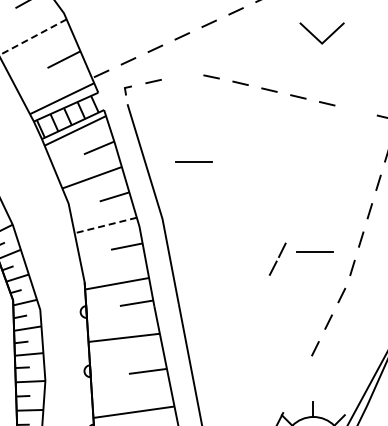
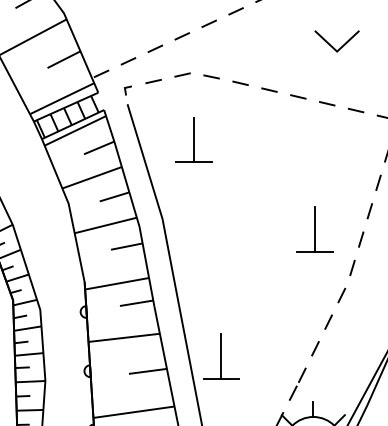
line at (33, 37): dashed -> solid
line at (317, 37) position: (317, 37) -> (332, 45)
line at (182, 74): none -> present
line at (356, 110): none -> present
line at (193, 139): none -> present
line at (105, 225): dashed -> solid
line at (314, 229): none -> present
line at (278, 257) position: (278, 257) -> (298, 382)
part at (221, 356): none -> present
